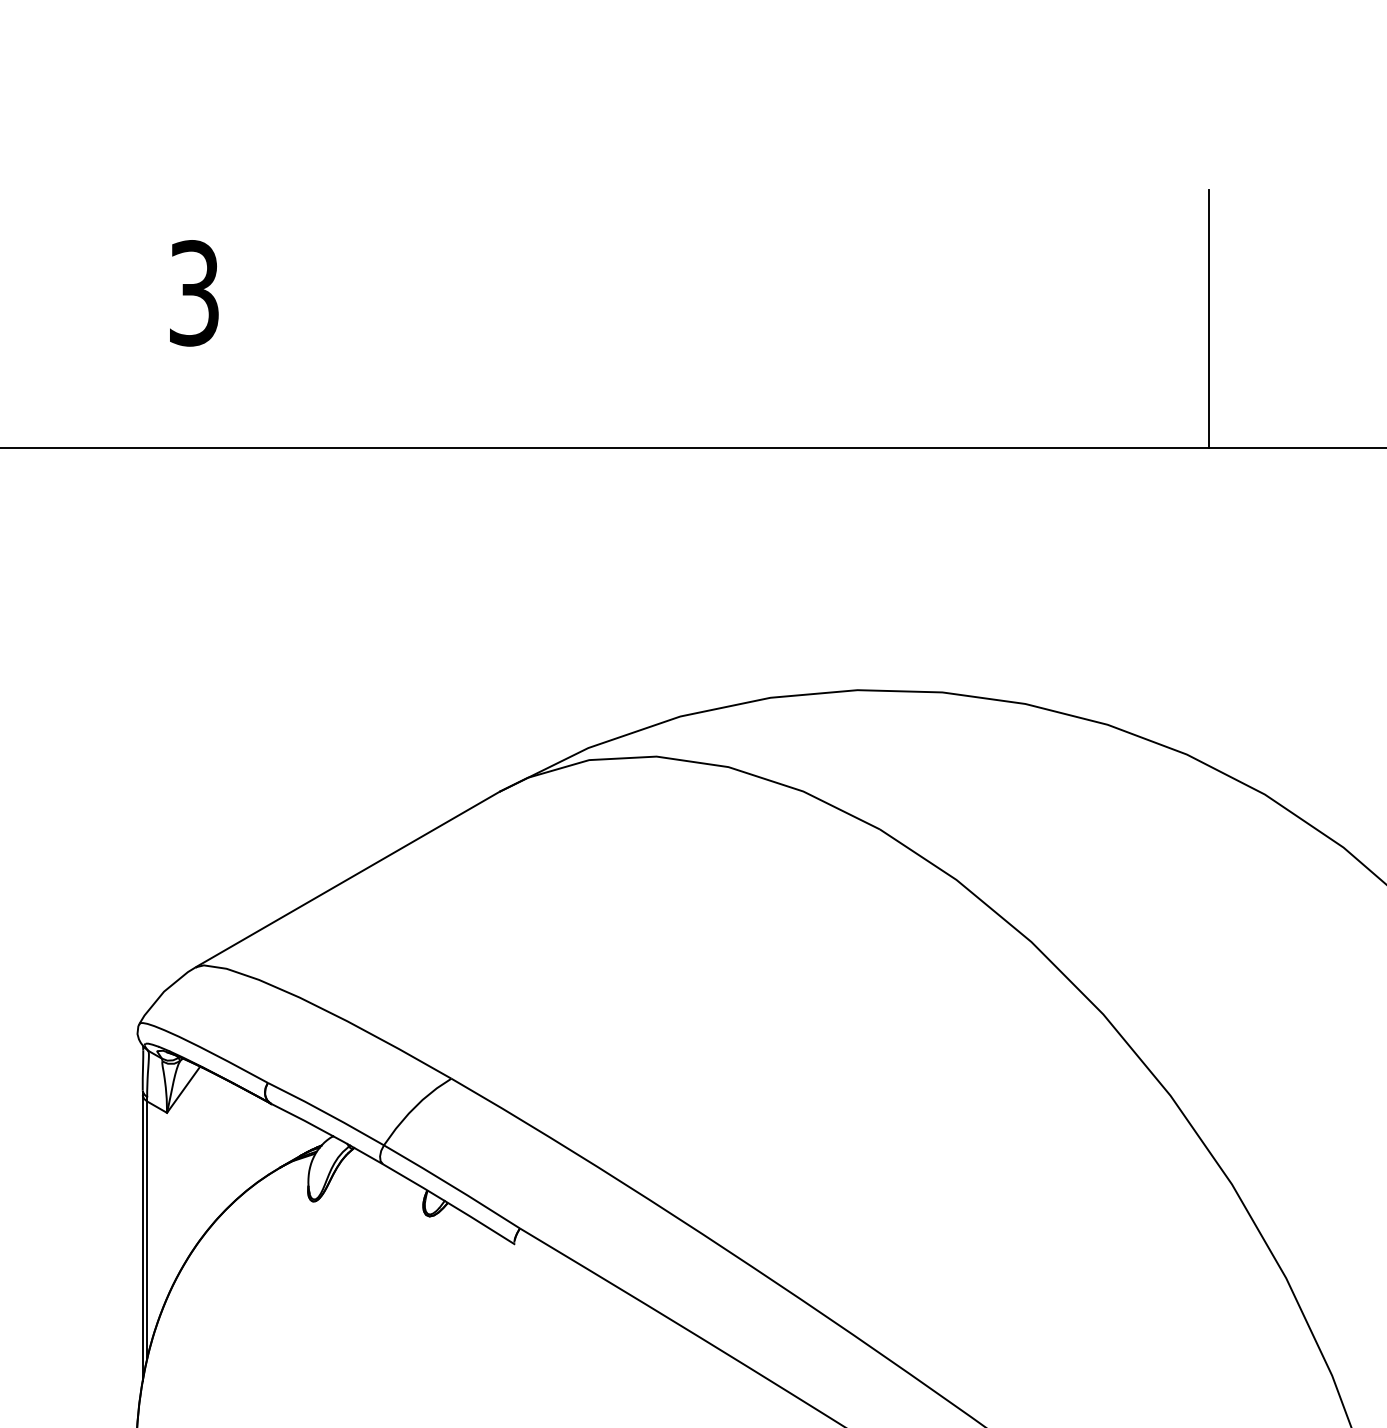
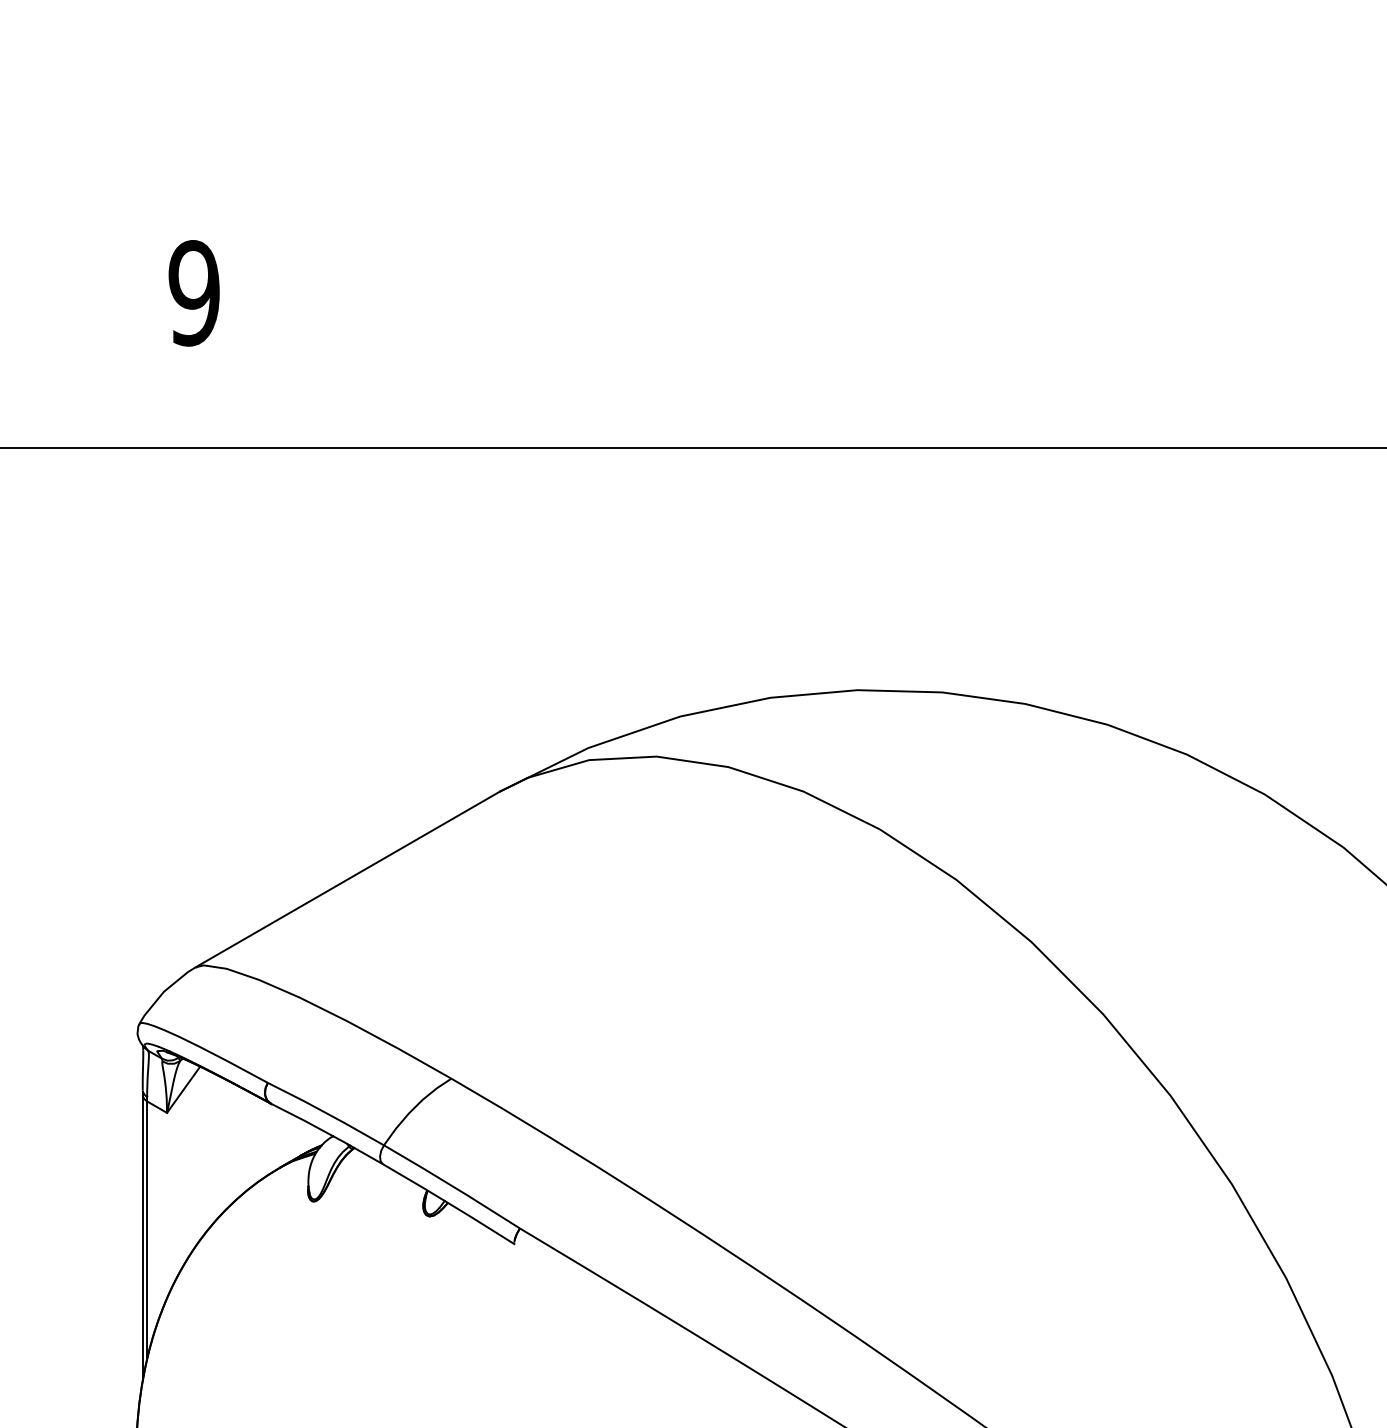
text at (193, 293): 3 -> 9
line at (1209, 318): present -> none
